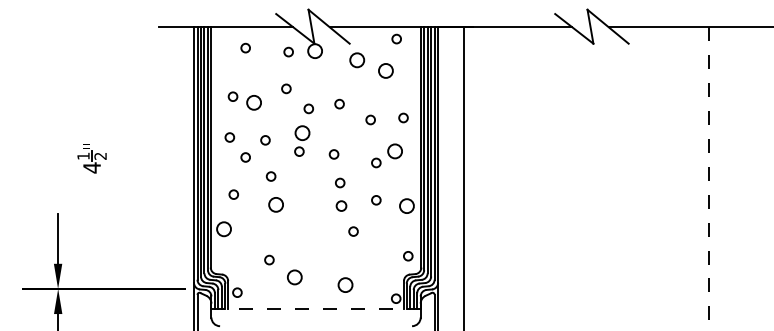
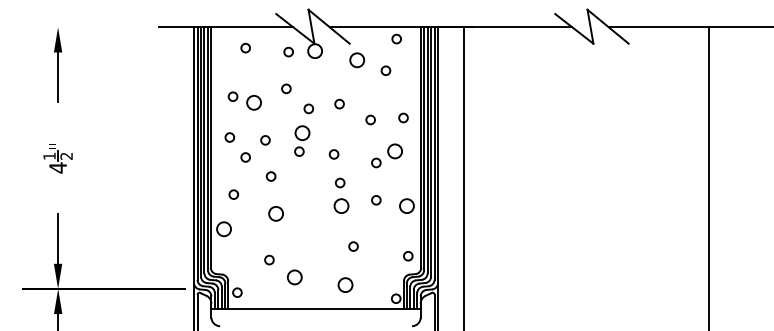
part at (57, 65): none -> present
circle at (385, 70) size: 16x16 px -> 12x11 px
part at (91, 158) position: (91, 158) -> (57, 158)
line at (708, 179): dashed -> solid
circle at (275, 204) position: (275, 204) -> (275, 213)
circle at (341, 205) size: 13x12 px -> 17x16 px
circle at (353, 231) position: (353, 231) -> (353, 246)
line at (316, 308): dashed -> solid
